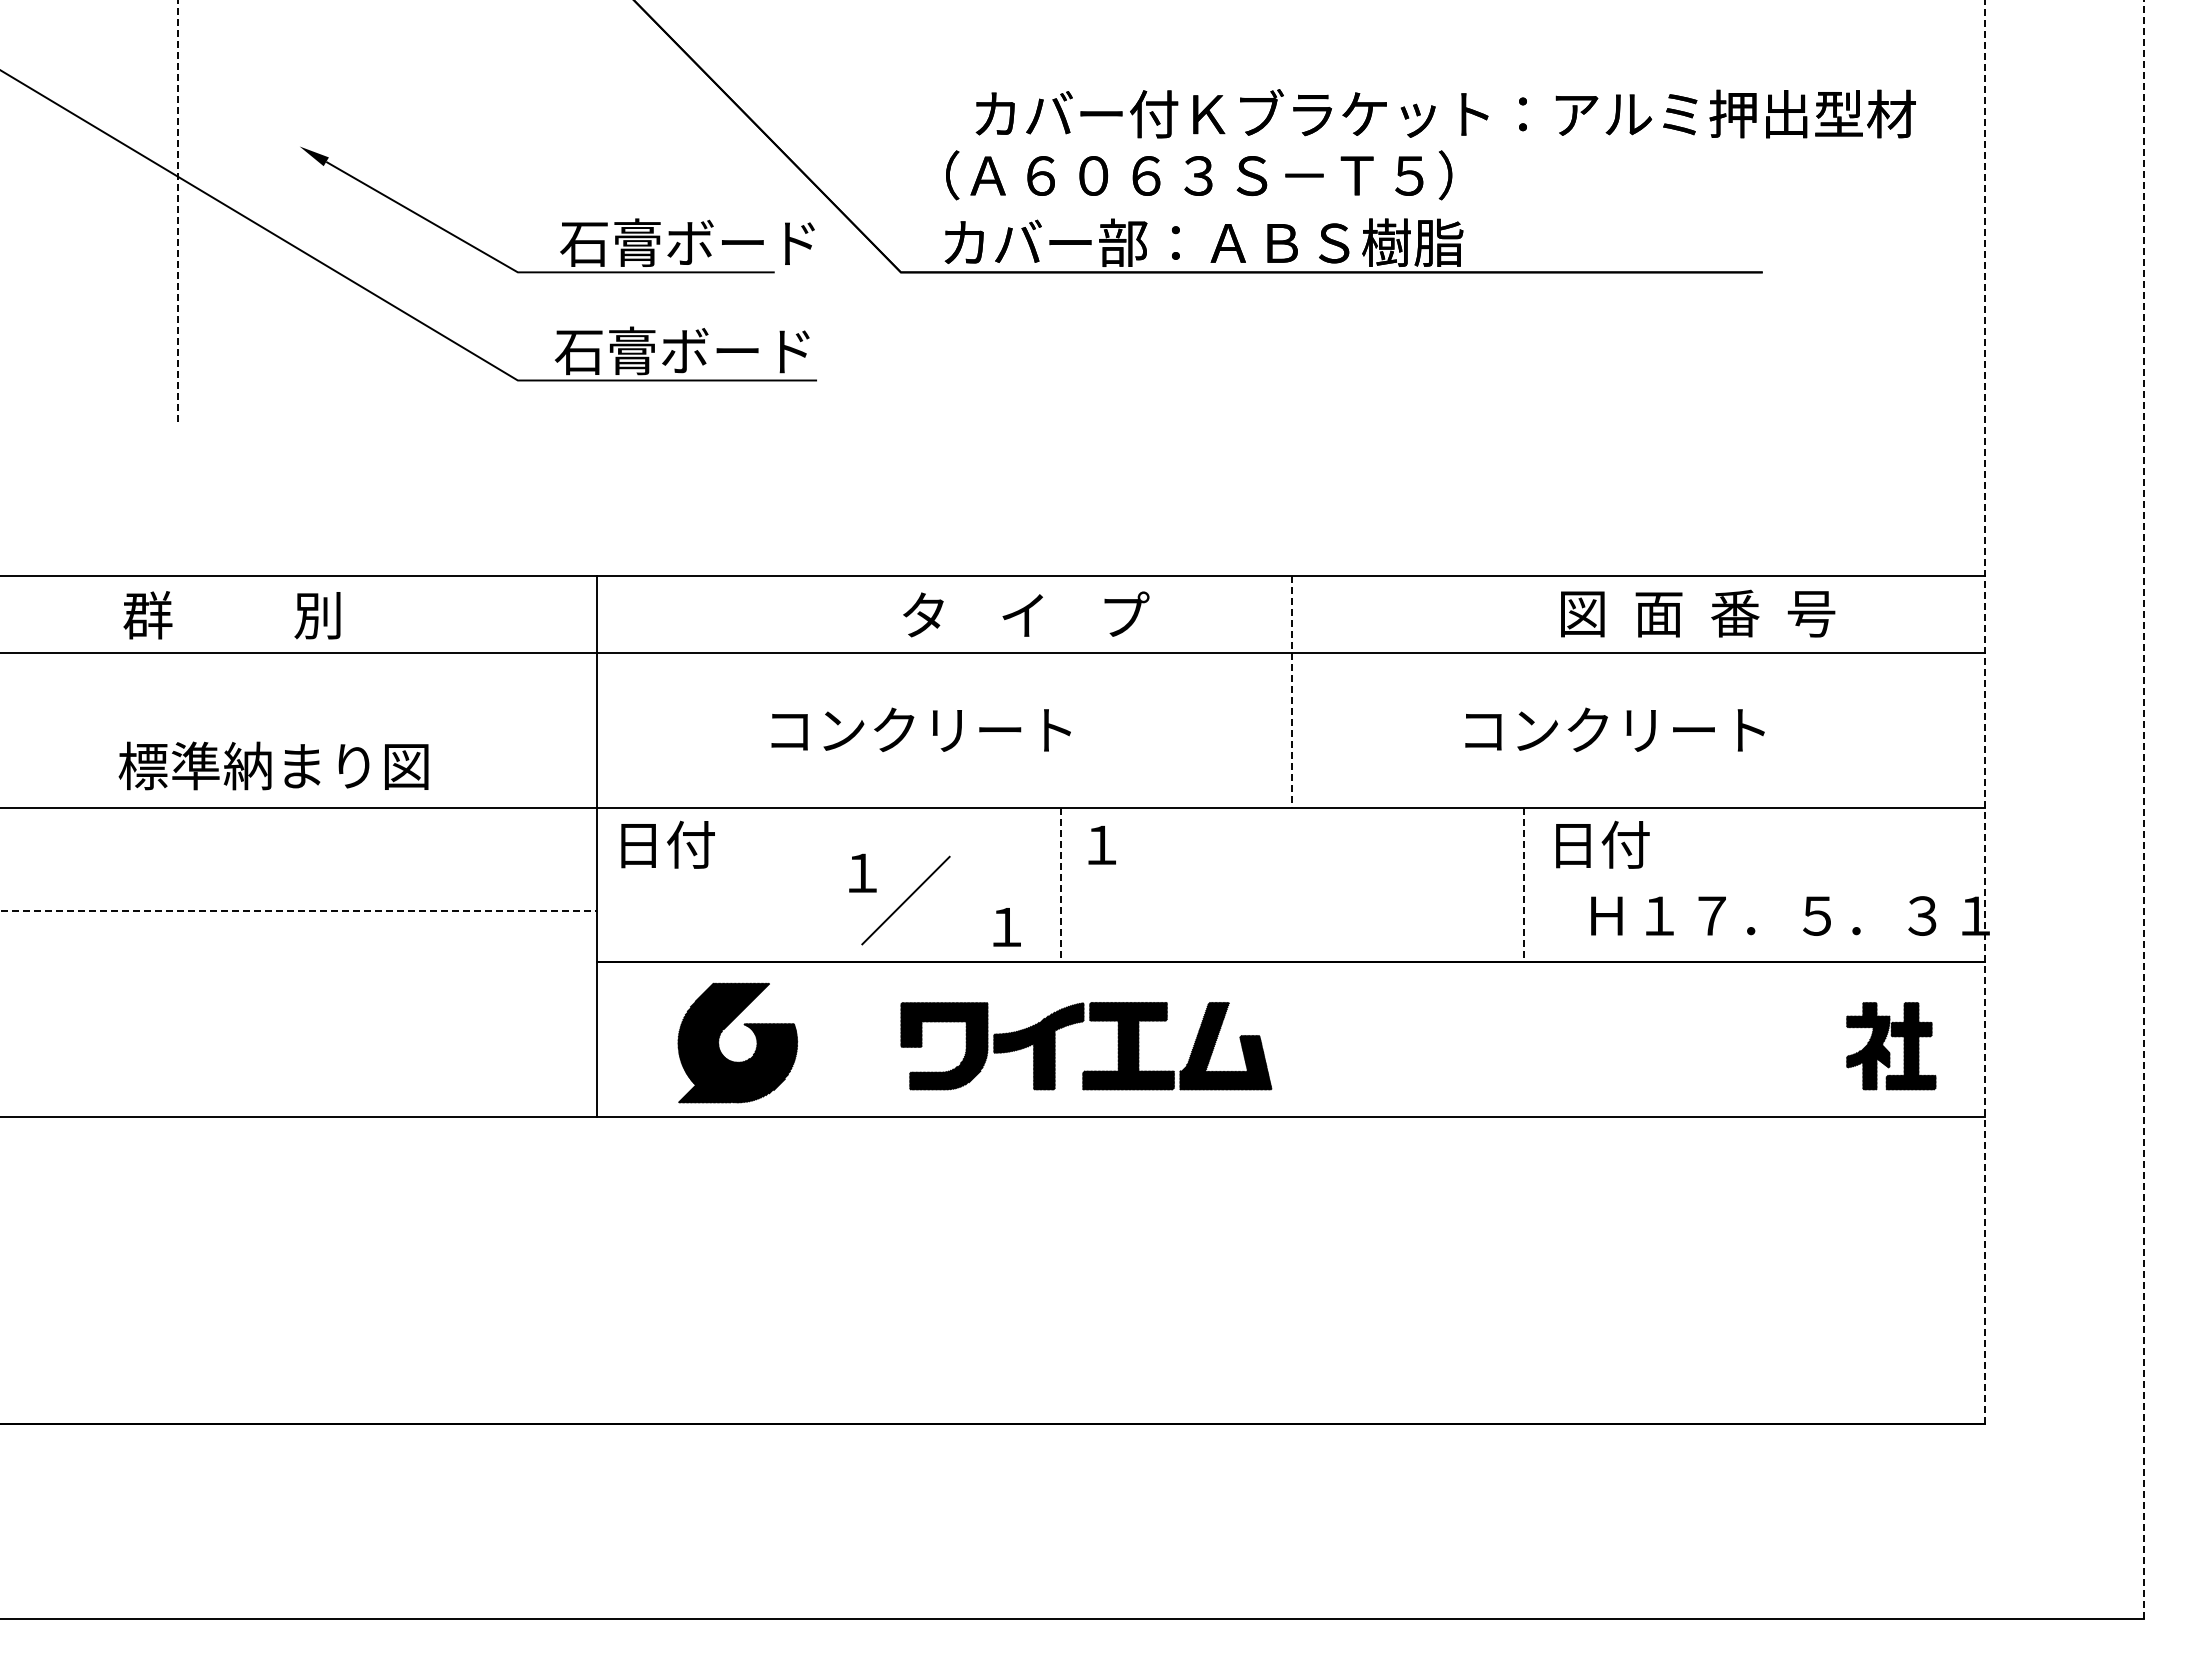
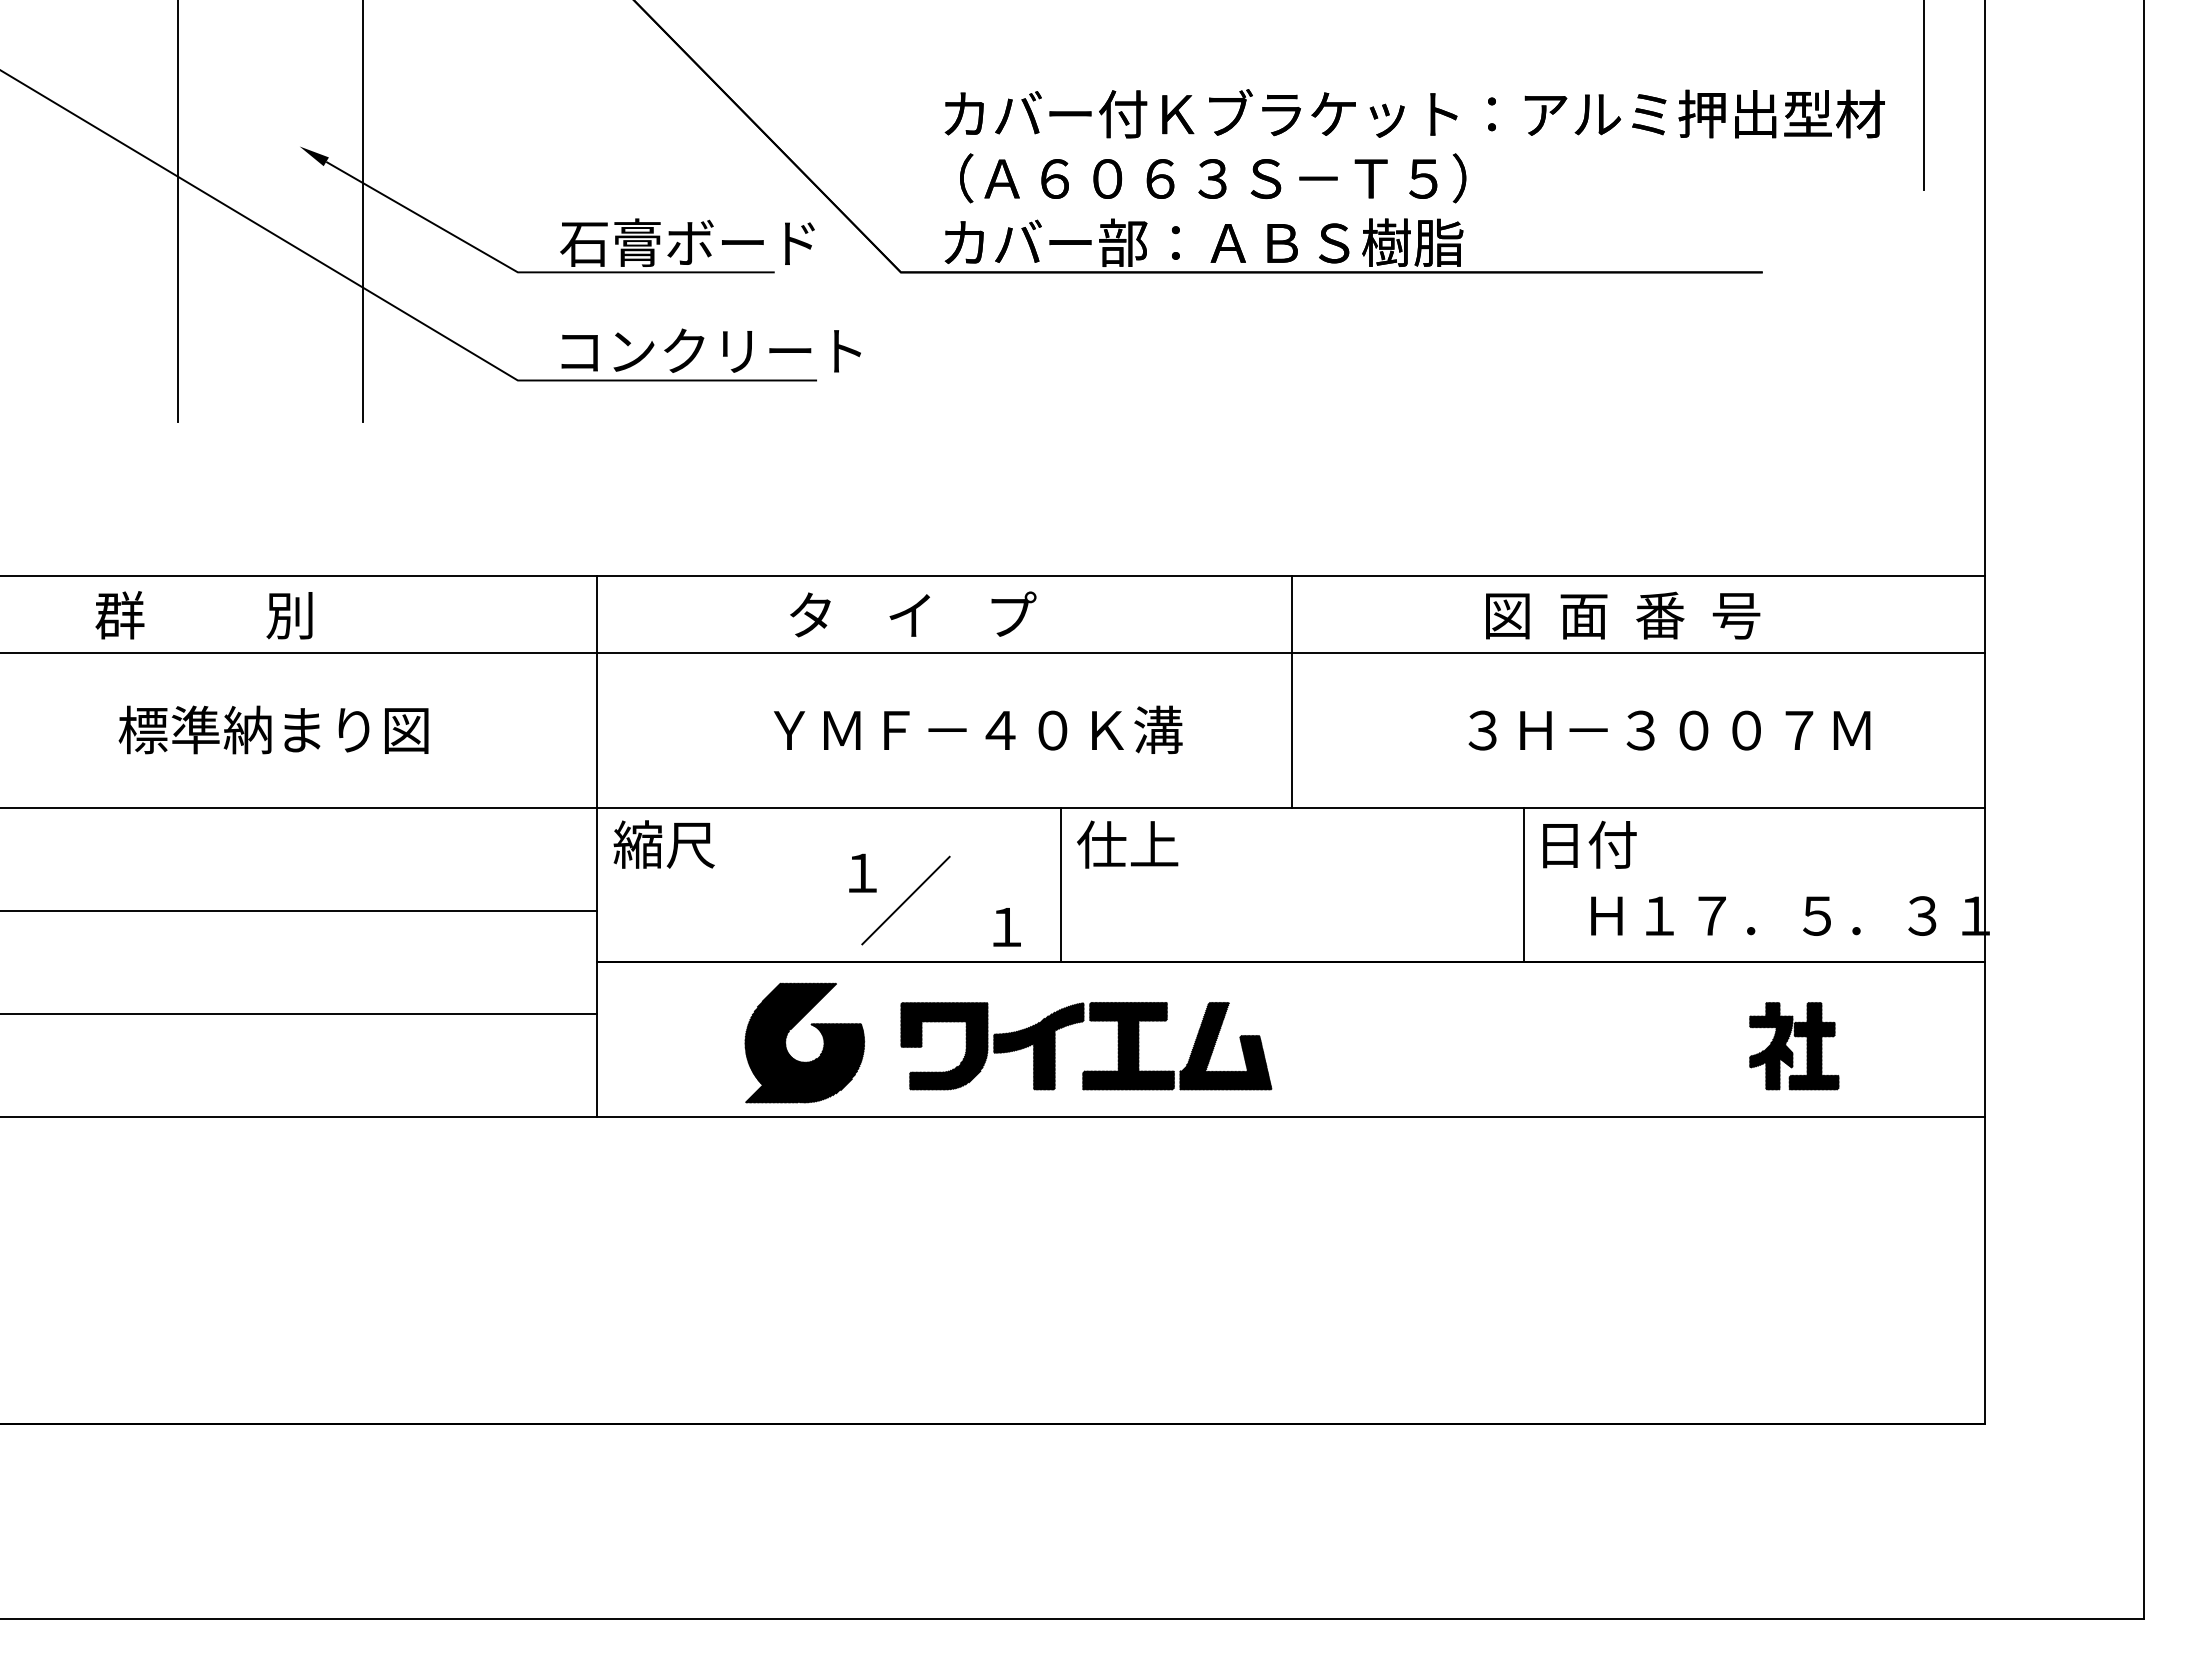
line at (1923, 96): none -> present
text at (1445, 113) position: (1445, 113) -> (1414, 113)
text at (1199, 175) position: (1199, 175) -> (1213, 178)
line at (178, 211): dashed -> solid
line at (363, 211): none -> present
text at (707, 350): 石膏ボード -> コンクリート
text at (1698, 613) position: (1698, 613) -> (1623, 615)
text at (1026, 614) position: (1026, 614) -> (913, 614)
text at (231, 615) position: (231, 615) -> (203, 615)
line at (1292, 692): dashed -> solid
line at (1985, 711): dashed -> solid
text at (976, 729): コンクリート -> ＹＭＦ－４０Ｋ溝
text at (1667, 729): コンクリート -> ３Ｈ－３００７Ｍ
text at (273, 765) position: (273, 765) -> (273, 729)
line at (2143, 809): dashed -> solid
text at (663, 844): 日付 -> 縮尺
text at (1127, 844): １ -> 仕上
text at (1602, 844) position: (1602, 844) -> (1589, 844)
line at (1060, 885): dashed -> solid
line at (1523, 885): dashed -> solid
line at (299, 910): dashed -> solid
line at (299, 1013): none -> present
part at (722, 1032) position: (722, 1032) -> (789, 1032)
part at (1891, 1046) position: (1891, 1046) -> (1794, 1046)
